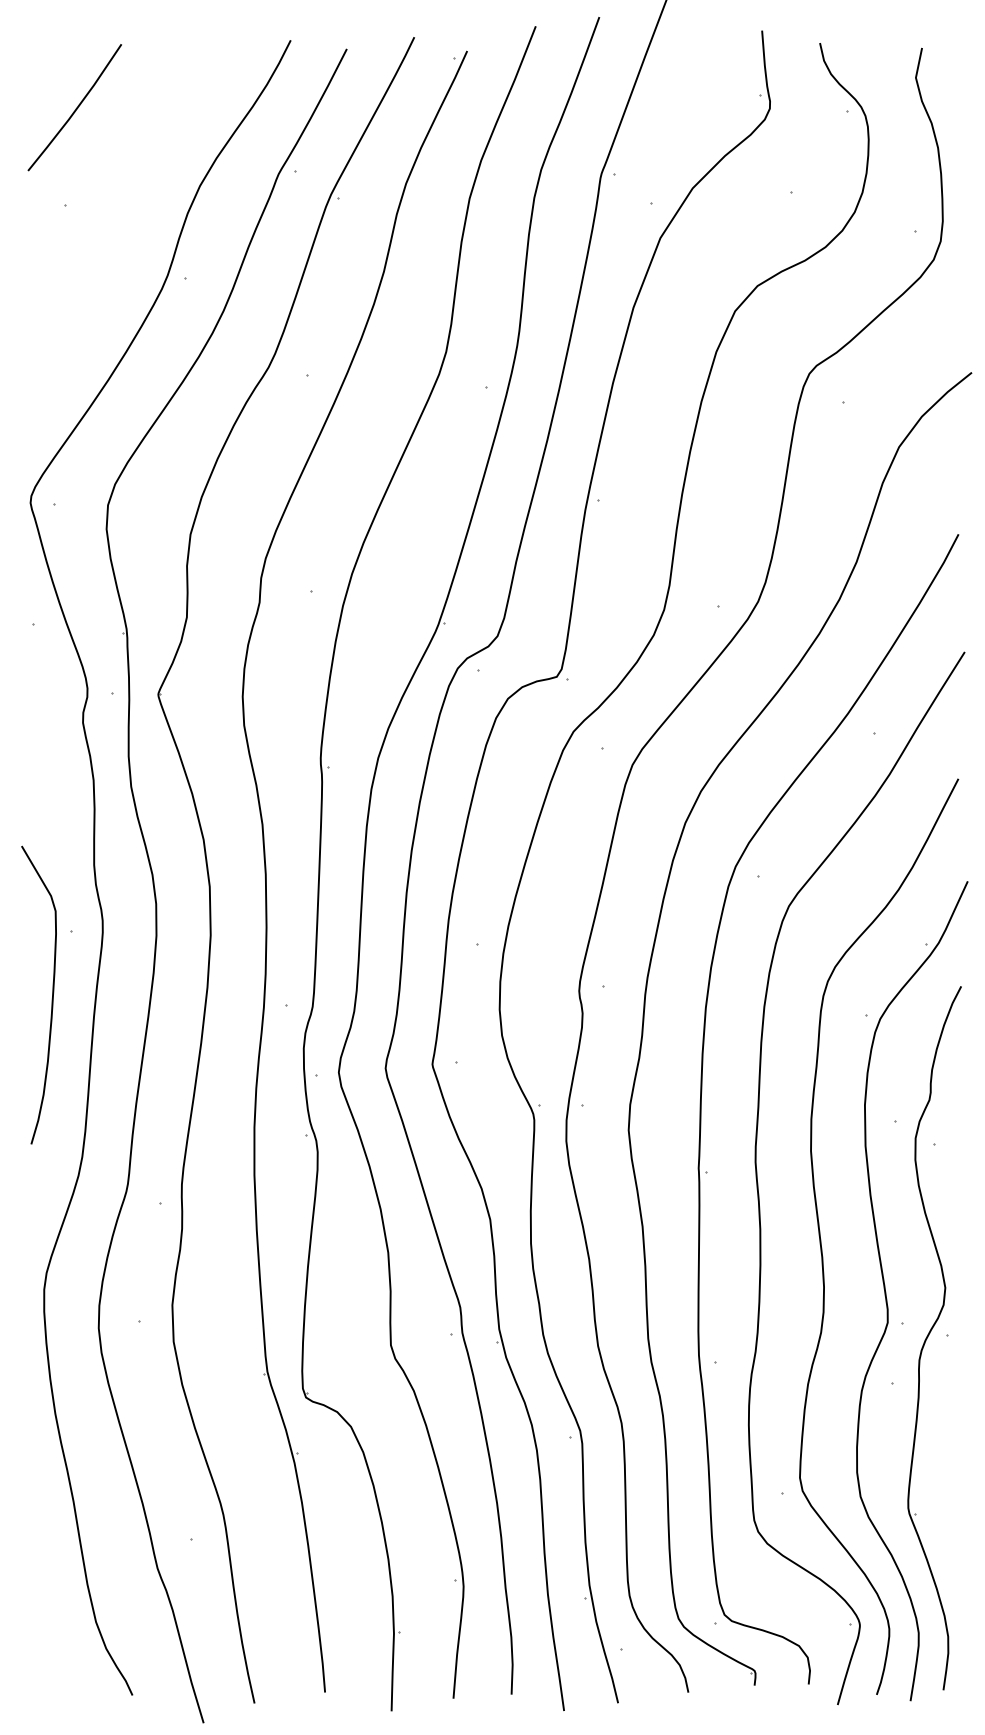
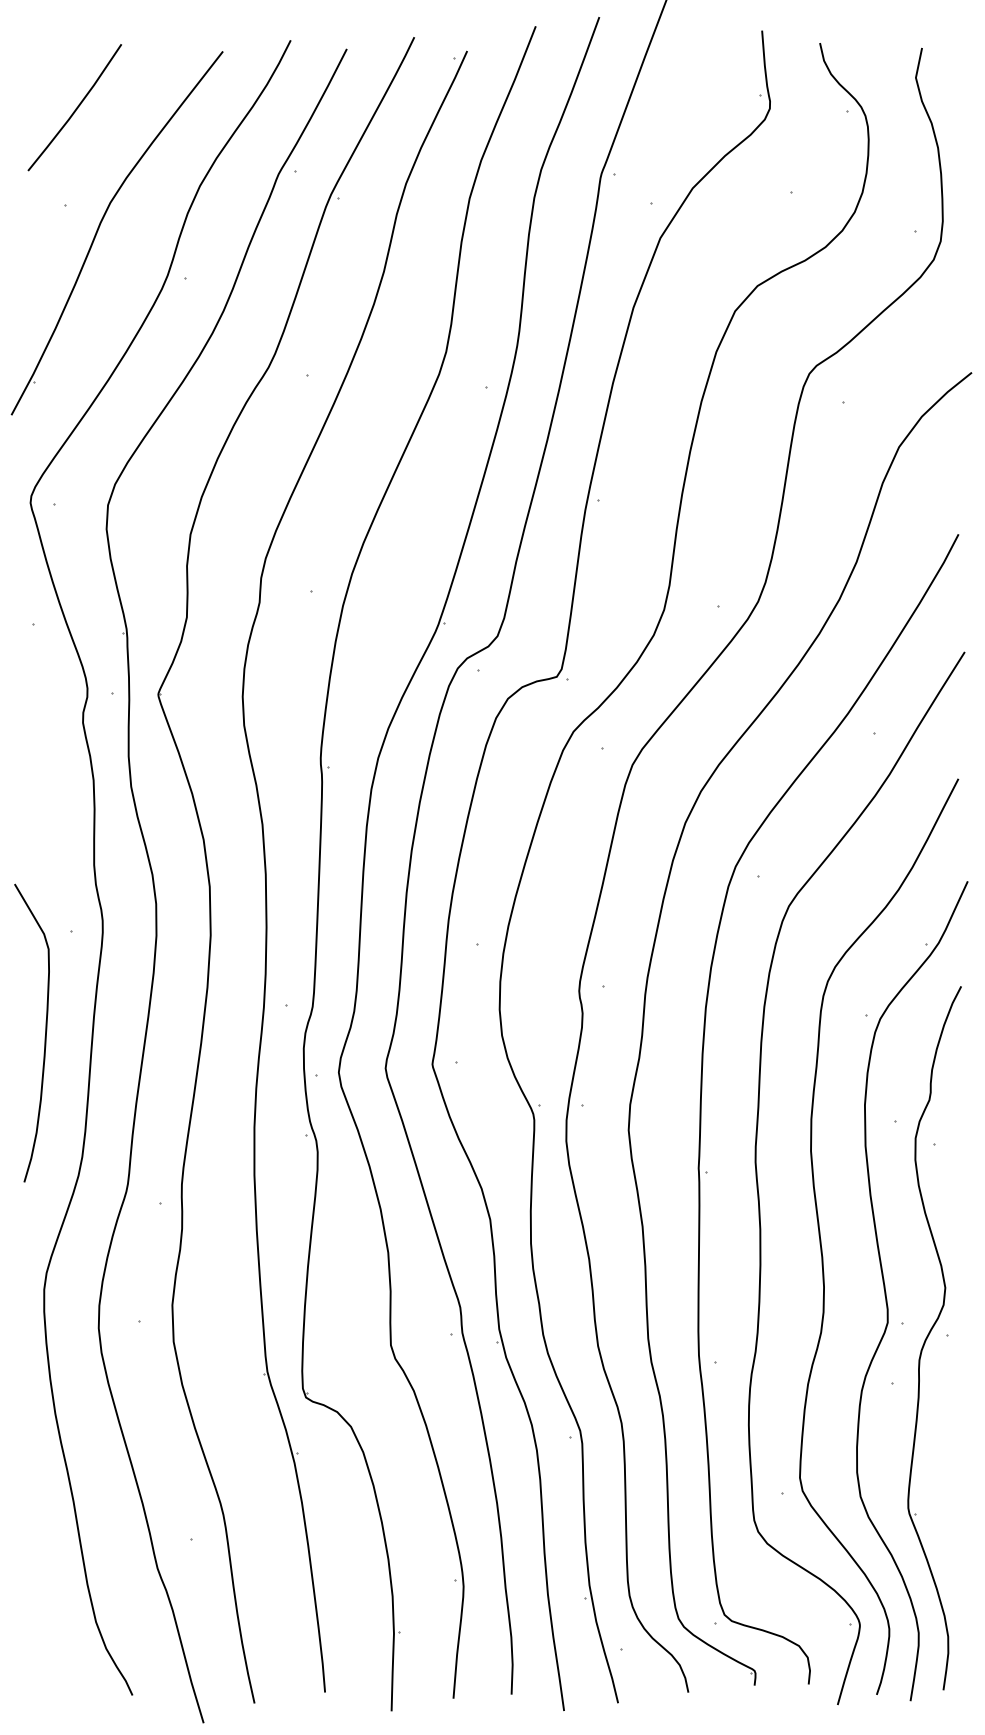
part at (100, 226): none -> present
curve at (51, 999) position: (51, 999) -> (44, 1037)
